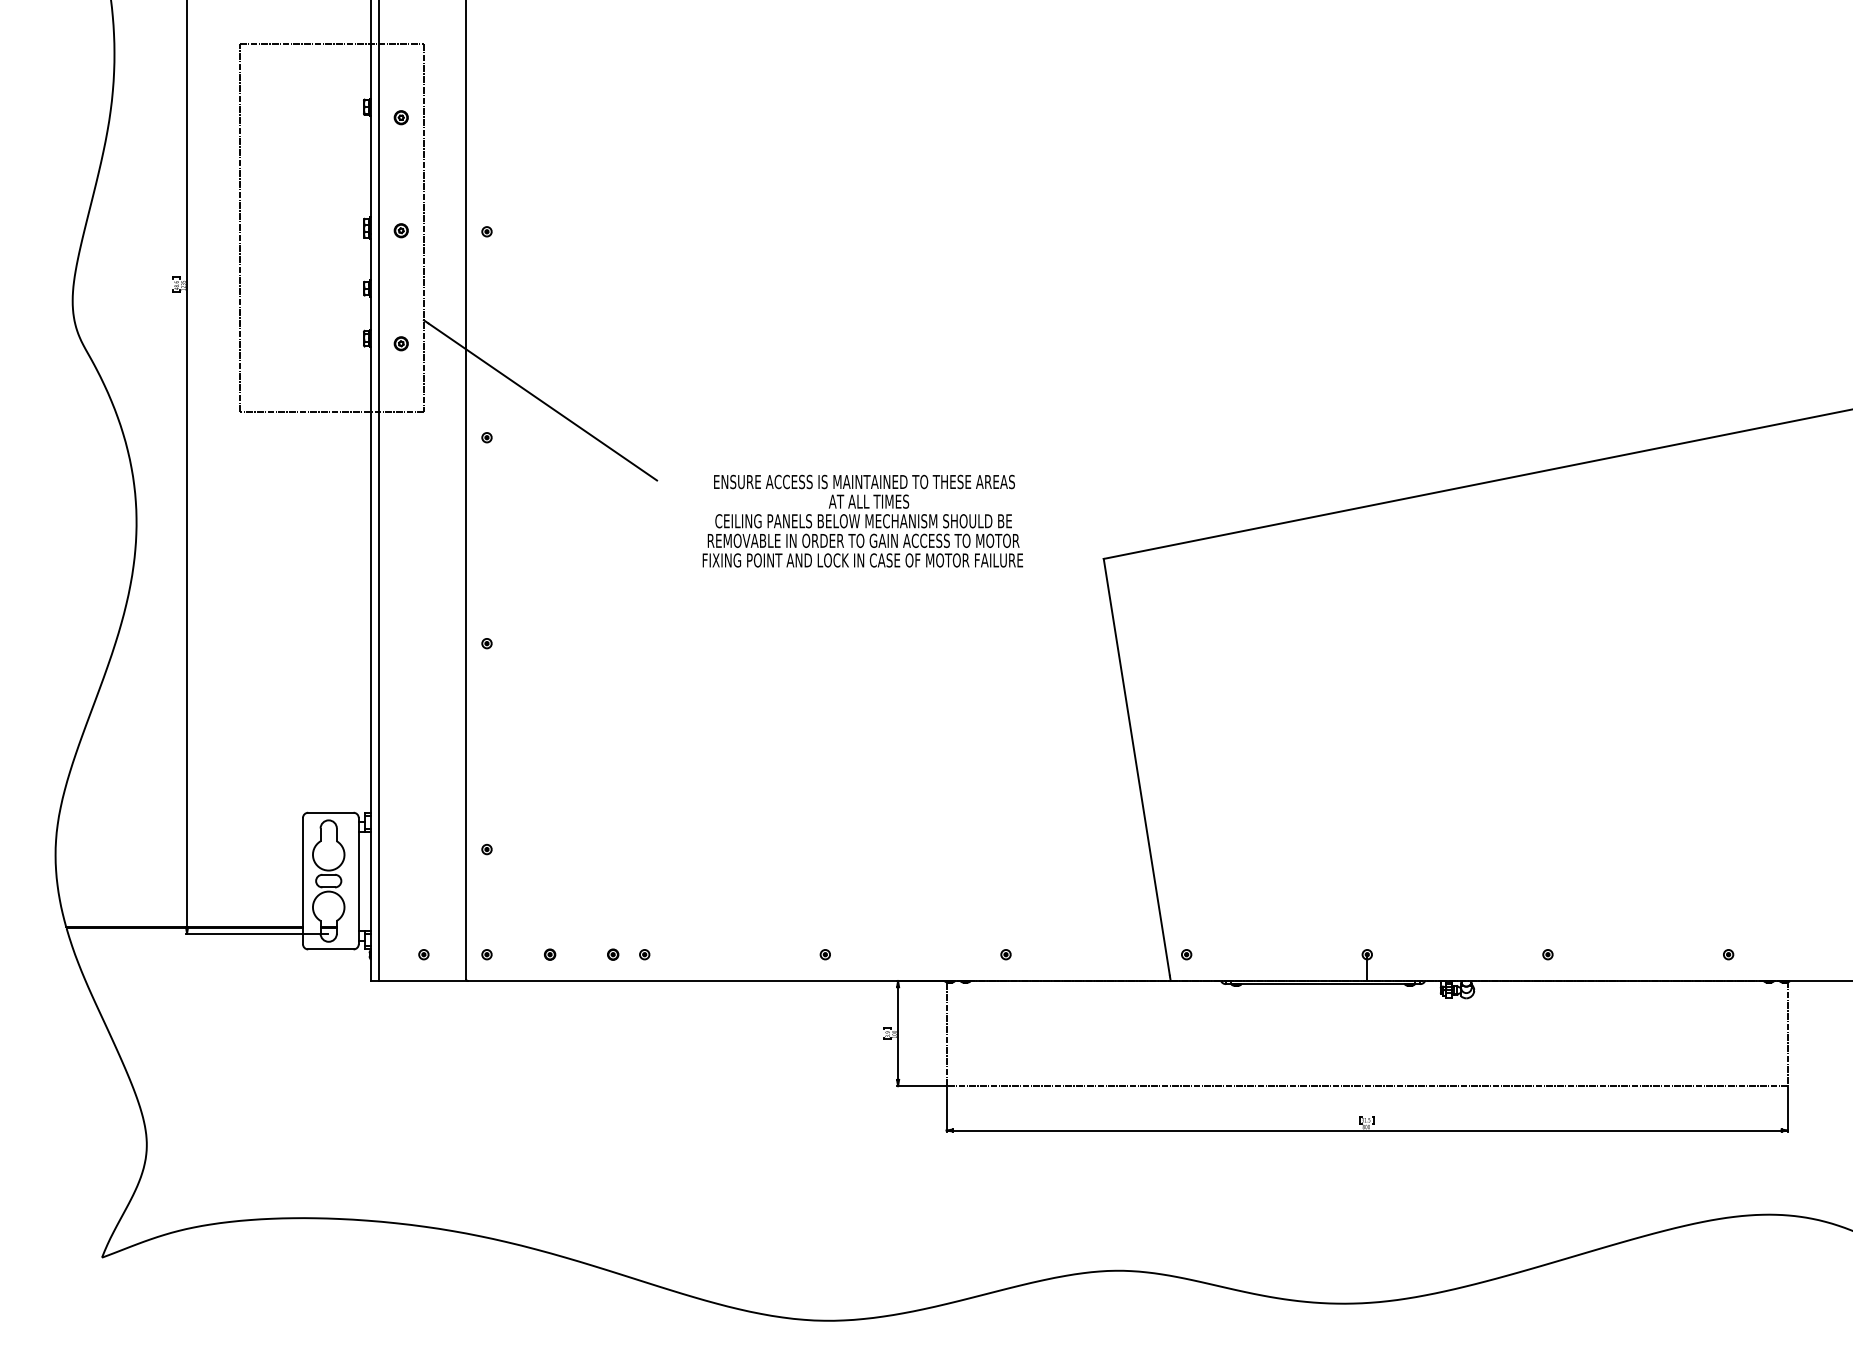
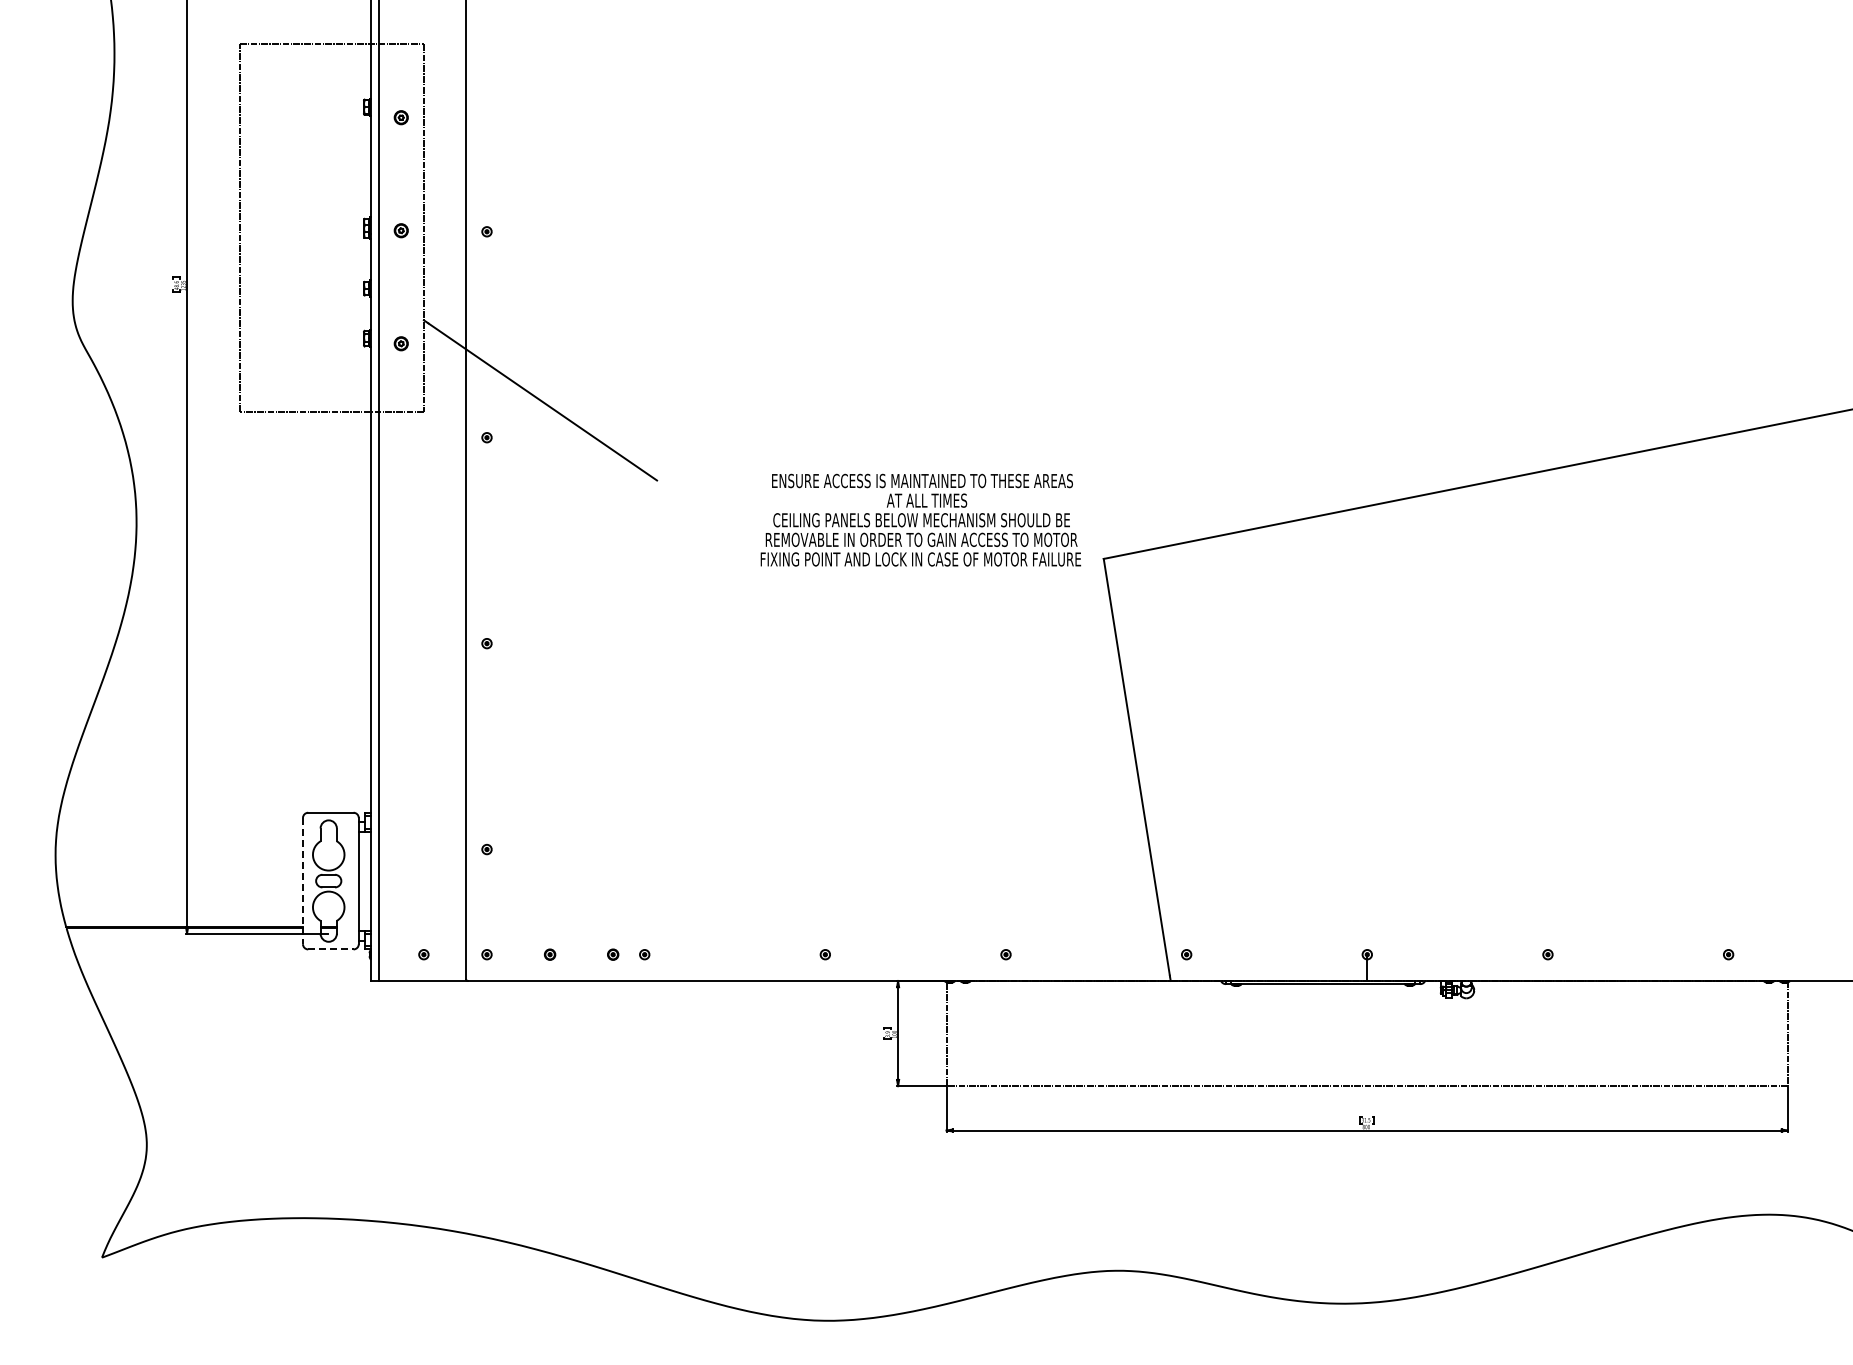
text at (862, 520) position: (862, 520) -> (920, 519)
line at (302, 881): solid -> dashed
line at (330, 949): solid -> dashed
